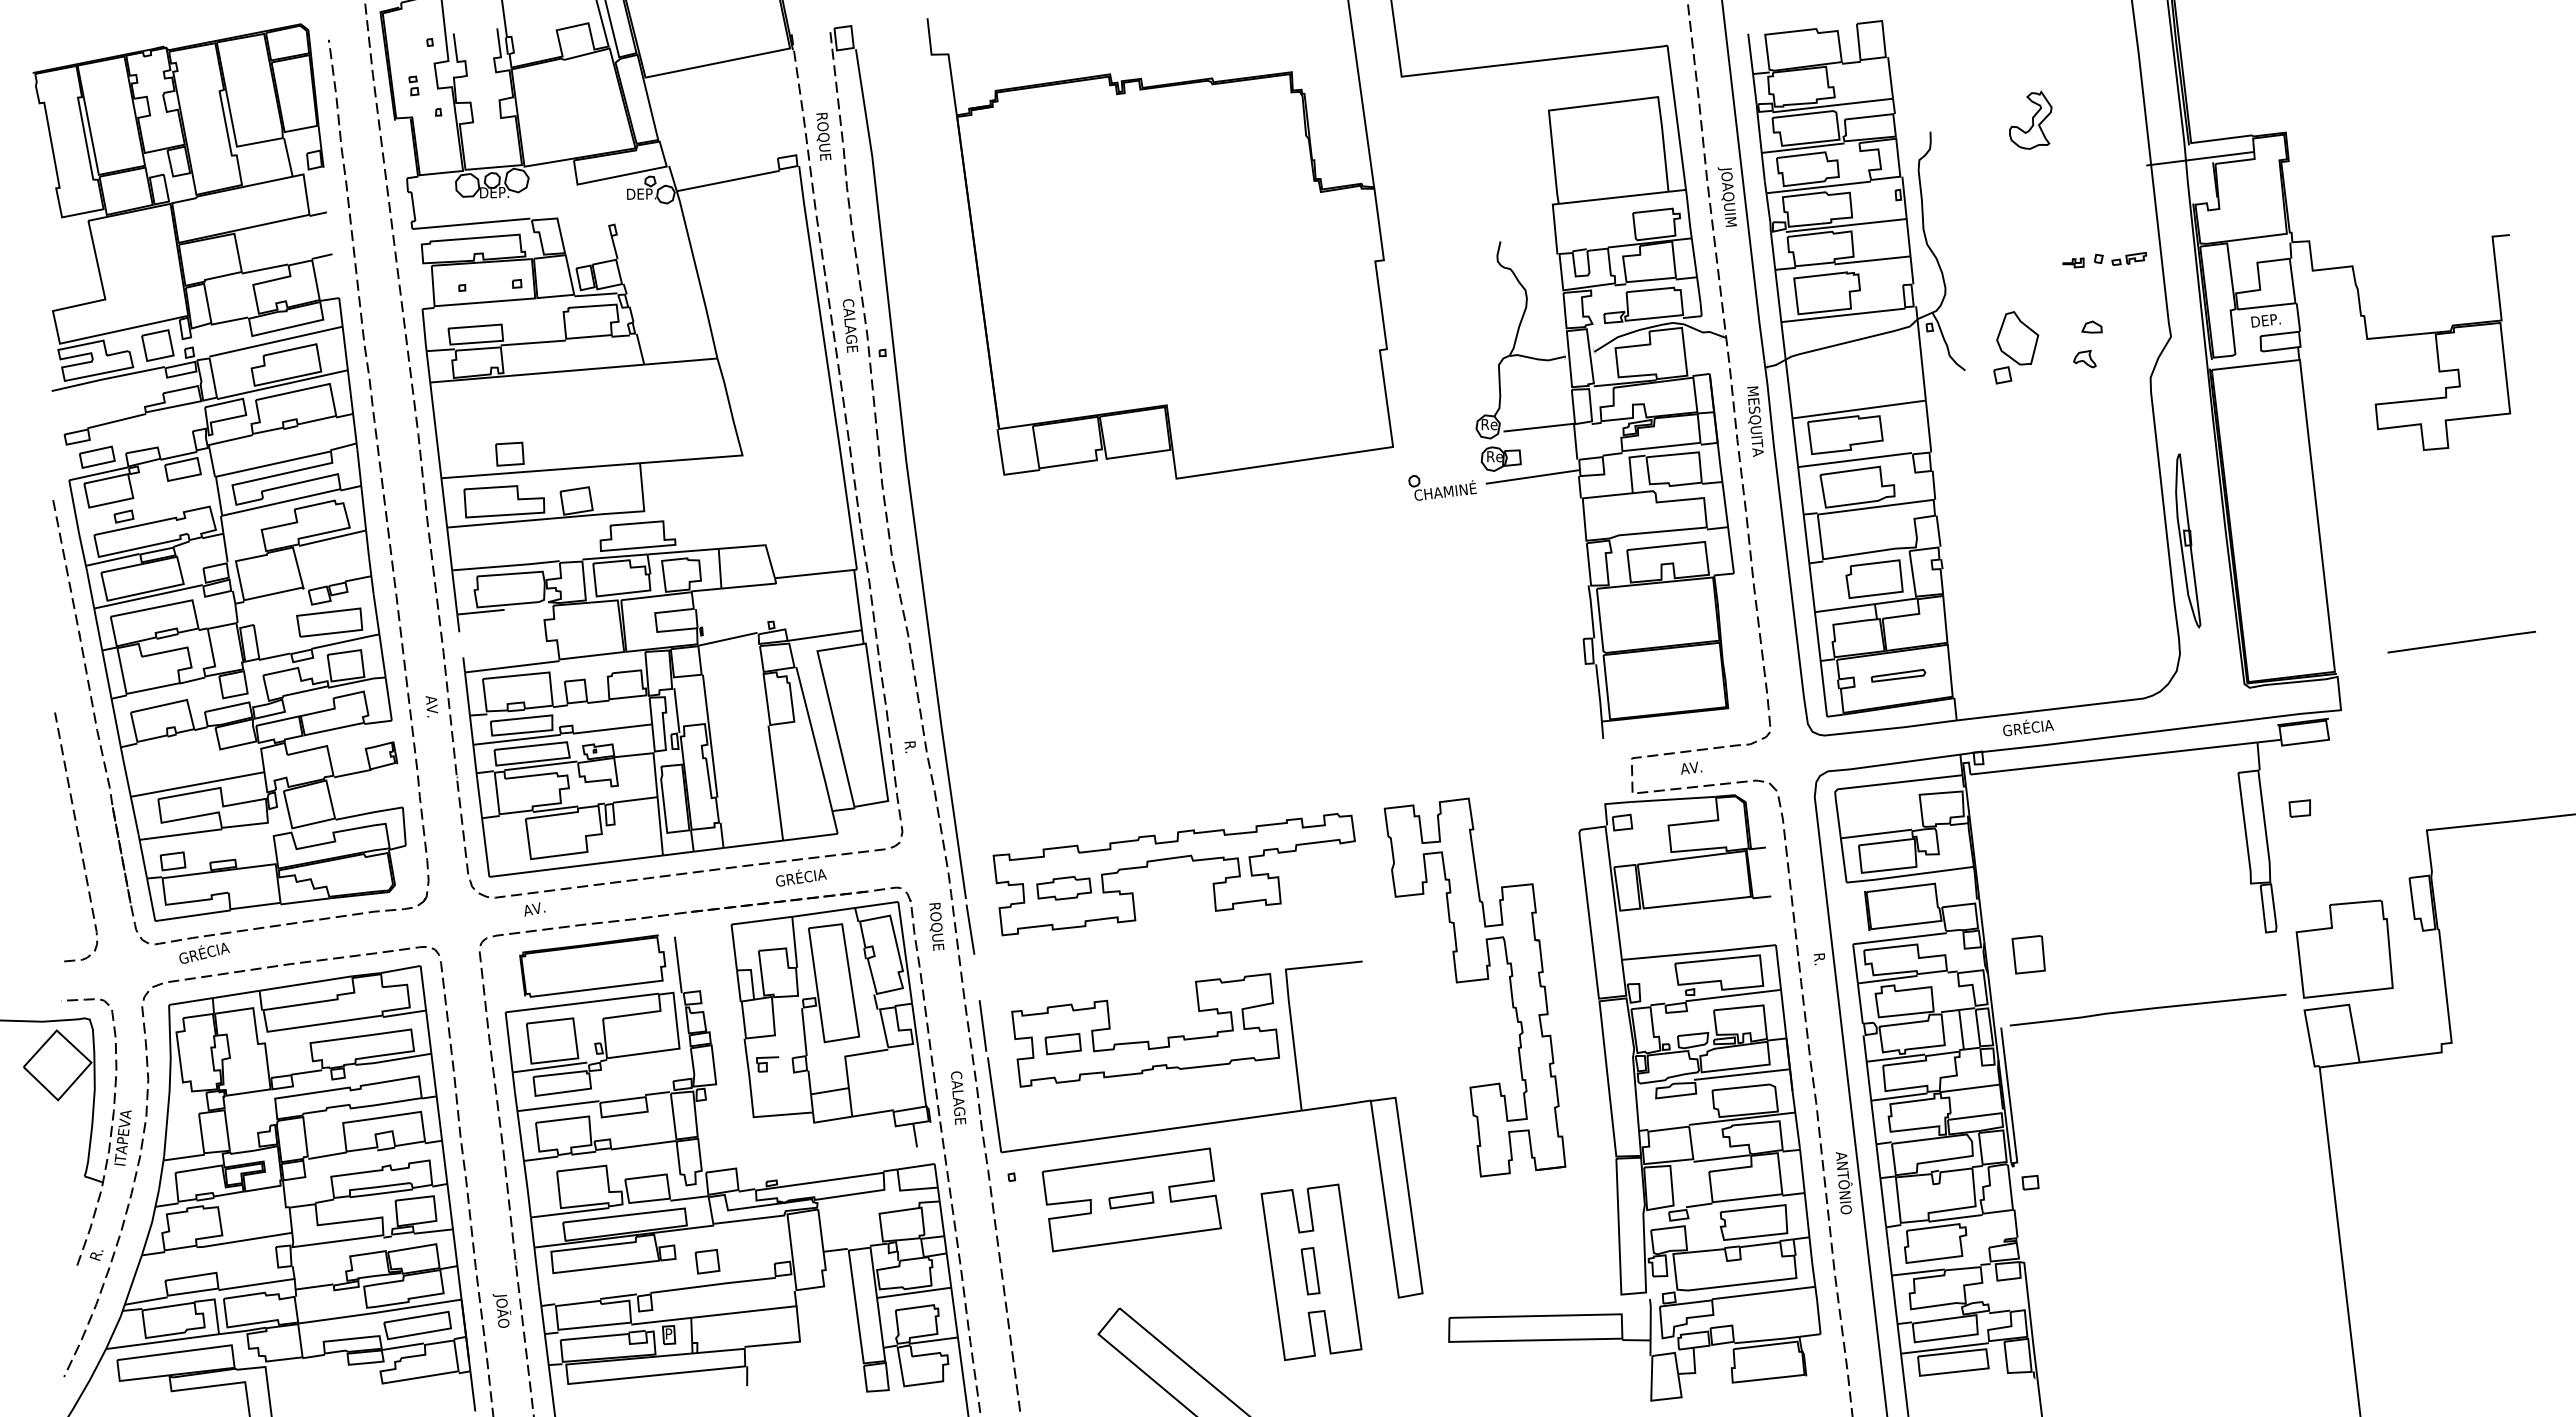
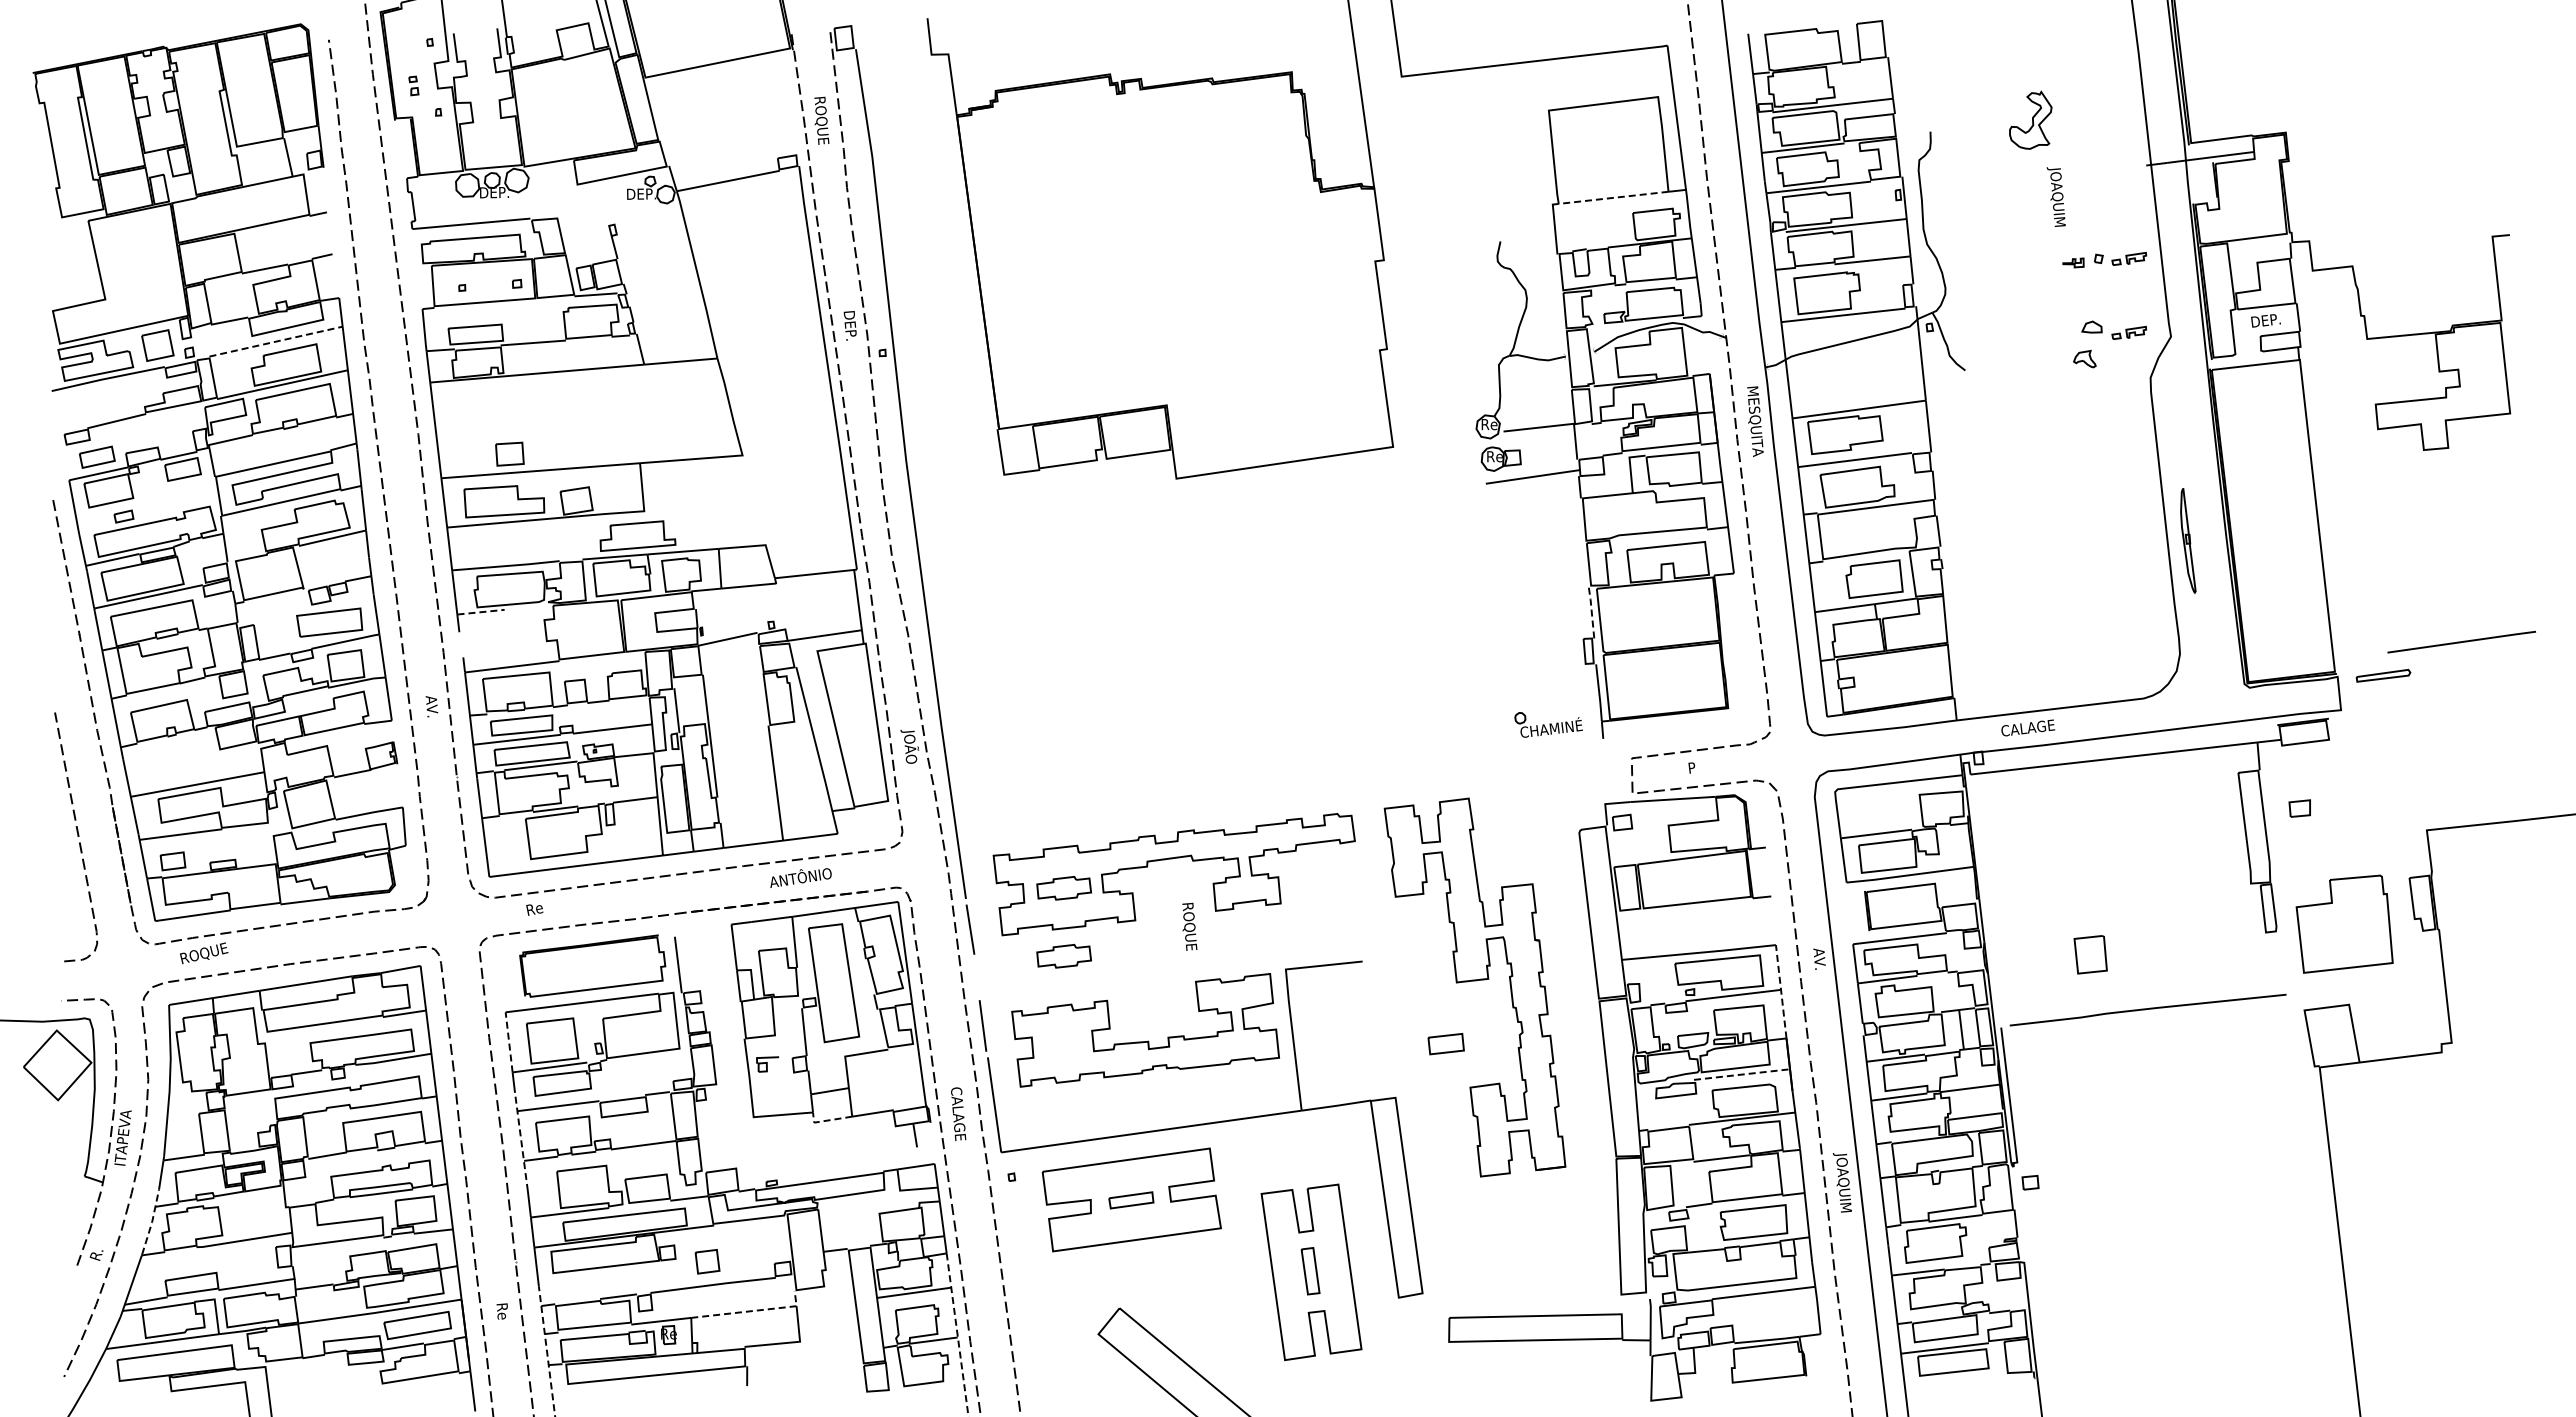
text at (823, 136) position: (823, 136) -> (821, 120)
text at (1726, 196) position: (1726, 196) -> (2055, 196)
line at (1613, 197): solid -> dashed
text at (850, 325): CALAGE -> DEP.
part at (2129, 332): none -> present
line at (276, 341): solid -> dashed
part at (2016, 347): present -> none
part at (1442, 487) position: (1442, 487) -> (1548, 724)
part at (2188, 540) size: 27x176 px -> 17x106 px
line at (1591, 611): solid -> dashed
line at (481, 612): solid -> dashed
part at (1898, 675) position: (1898, 675) -> (2383, 675)
text at (2028, 727): GRÉCIA -> CALAGE
text at (909, 746): R. -> JOÃO
text at (1691, 767): AV. -> P
text at (800, 877): GRÉCIA -> ANTÔNIO
text at (534, 909): AV. -> Re
text at (936, 926) position: (936, 926) -> (1189, 926)
part at (2344, 948) position: (2344, 948) -> (2344, 923)
text at (204, 953): GRÉCIA -> ROQUE
part at (2028, 954) position: (2028, 954) -> (2090, 954)
part at (1063, 955): none -> present
text at (1819, 958): R. -> AV.
line at (1781, 991): solid -> dashed
line at (509, 1041): solid -> dashed
part at (1062, 1044) position: (1062, 1044) -> (1445, 1044)
line at (1742, 1074): solid -> dashed
text at (958, 1098) position: (958, 1098) -> (958, 1114)
line at (826, 1120): solid -> dashed
line at (521, 1141): solid -> dashed
text at (1842, 1183): ANTÔNIO -> JOAQUIM
line at (152, 1222): solid -> dashed
text at (501, 1310): JOÃO -> Re
line at (752, 1311): solid -> dashed
text at (668, 1333): P -> Re
line at (957, 1335): solid -> dashed
line at (546, 1350): solid -> dashed
